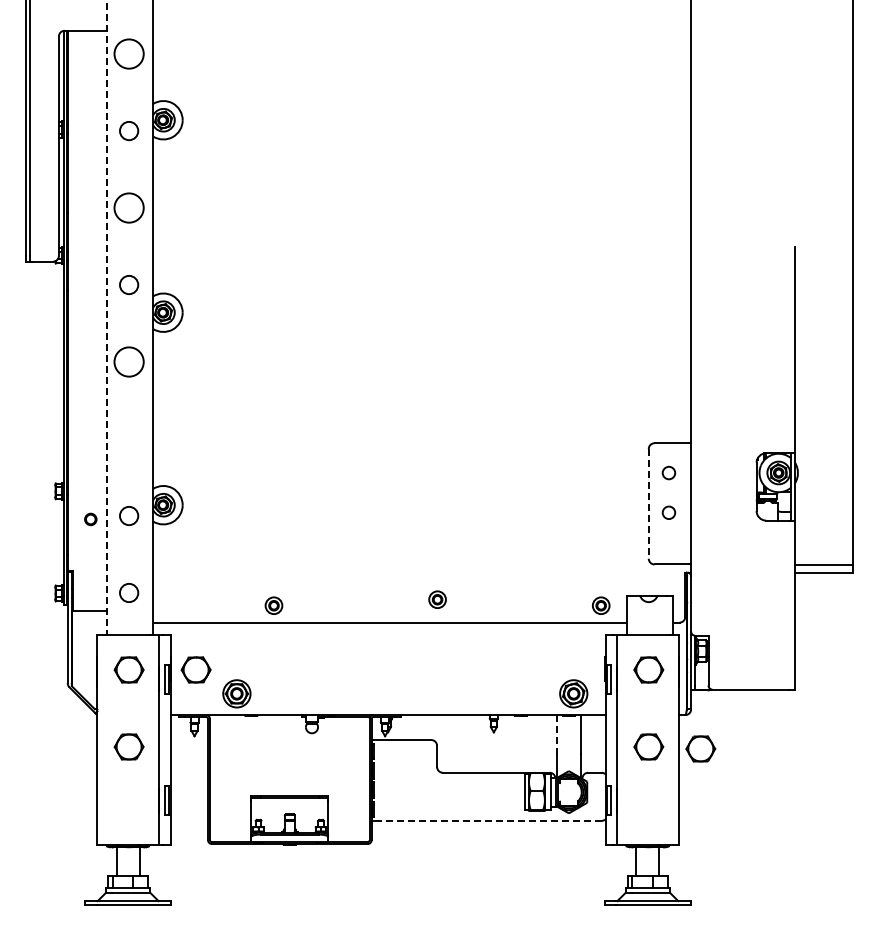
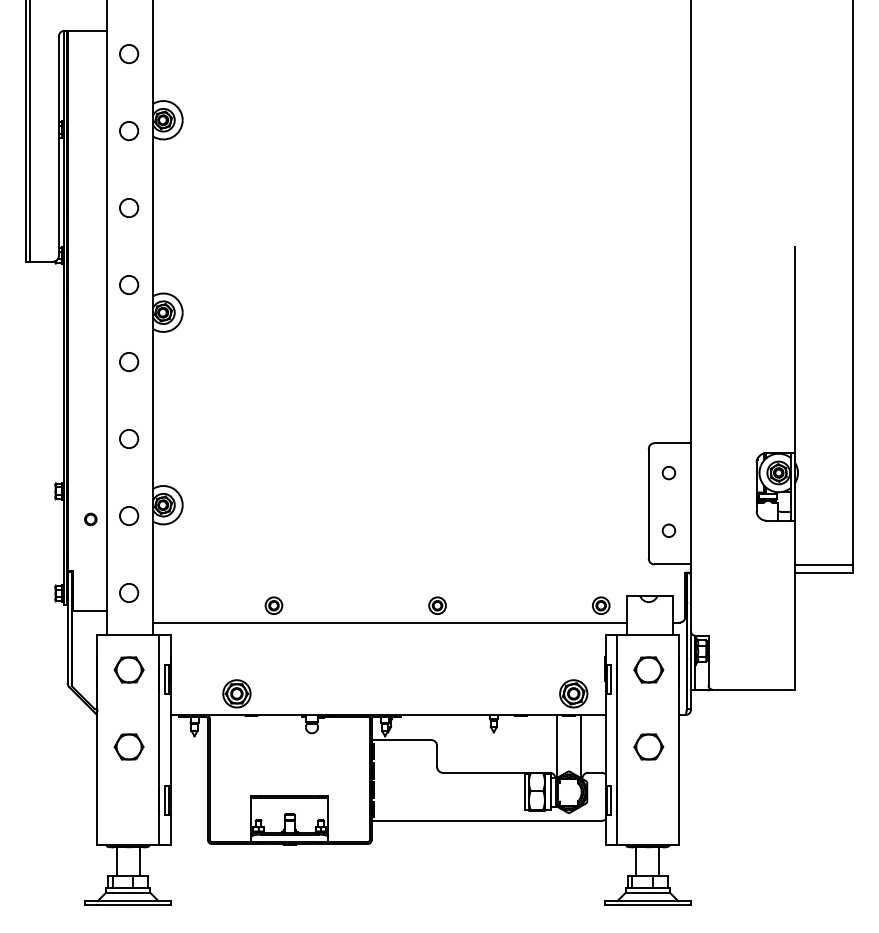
circle at (128, 53) diameter: 29 px -> 18 px
circle at (128, 207) diameter: 29 px -> 18 px
line at (106, 317): dashed -> solid
circle at (128, 361) diameter: 29 px -> 18 px
circle at (129, 438): none -> present
line at (648, 503): dashed -> solid
circle at (668, 512) position: (668, 512) -> (668, 530)
part at (437, 599) position: (437, 599) -> (437, 605)
part at (195, 669): present -> none
line at (557, 734): dashed -> solid
part at (700, 748): present -> none
line at (487, 820): dashed -> solid
